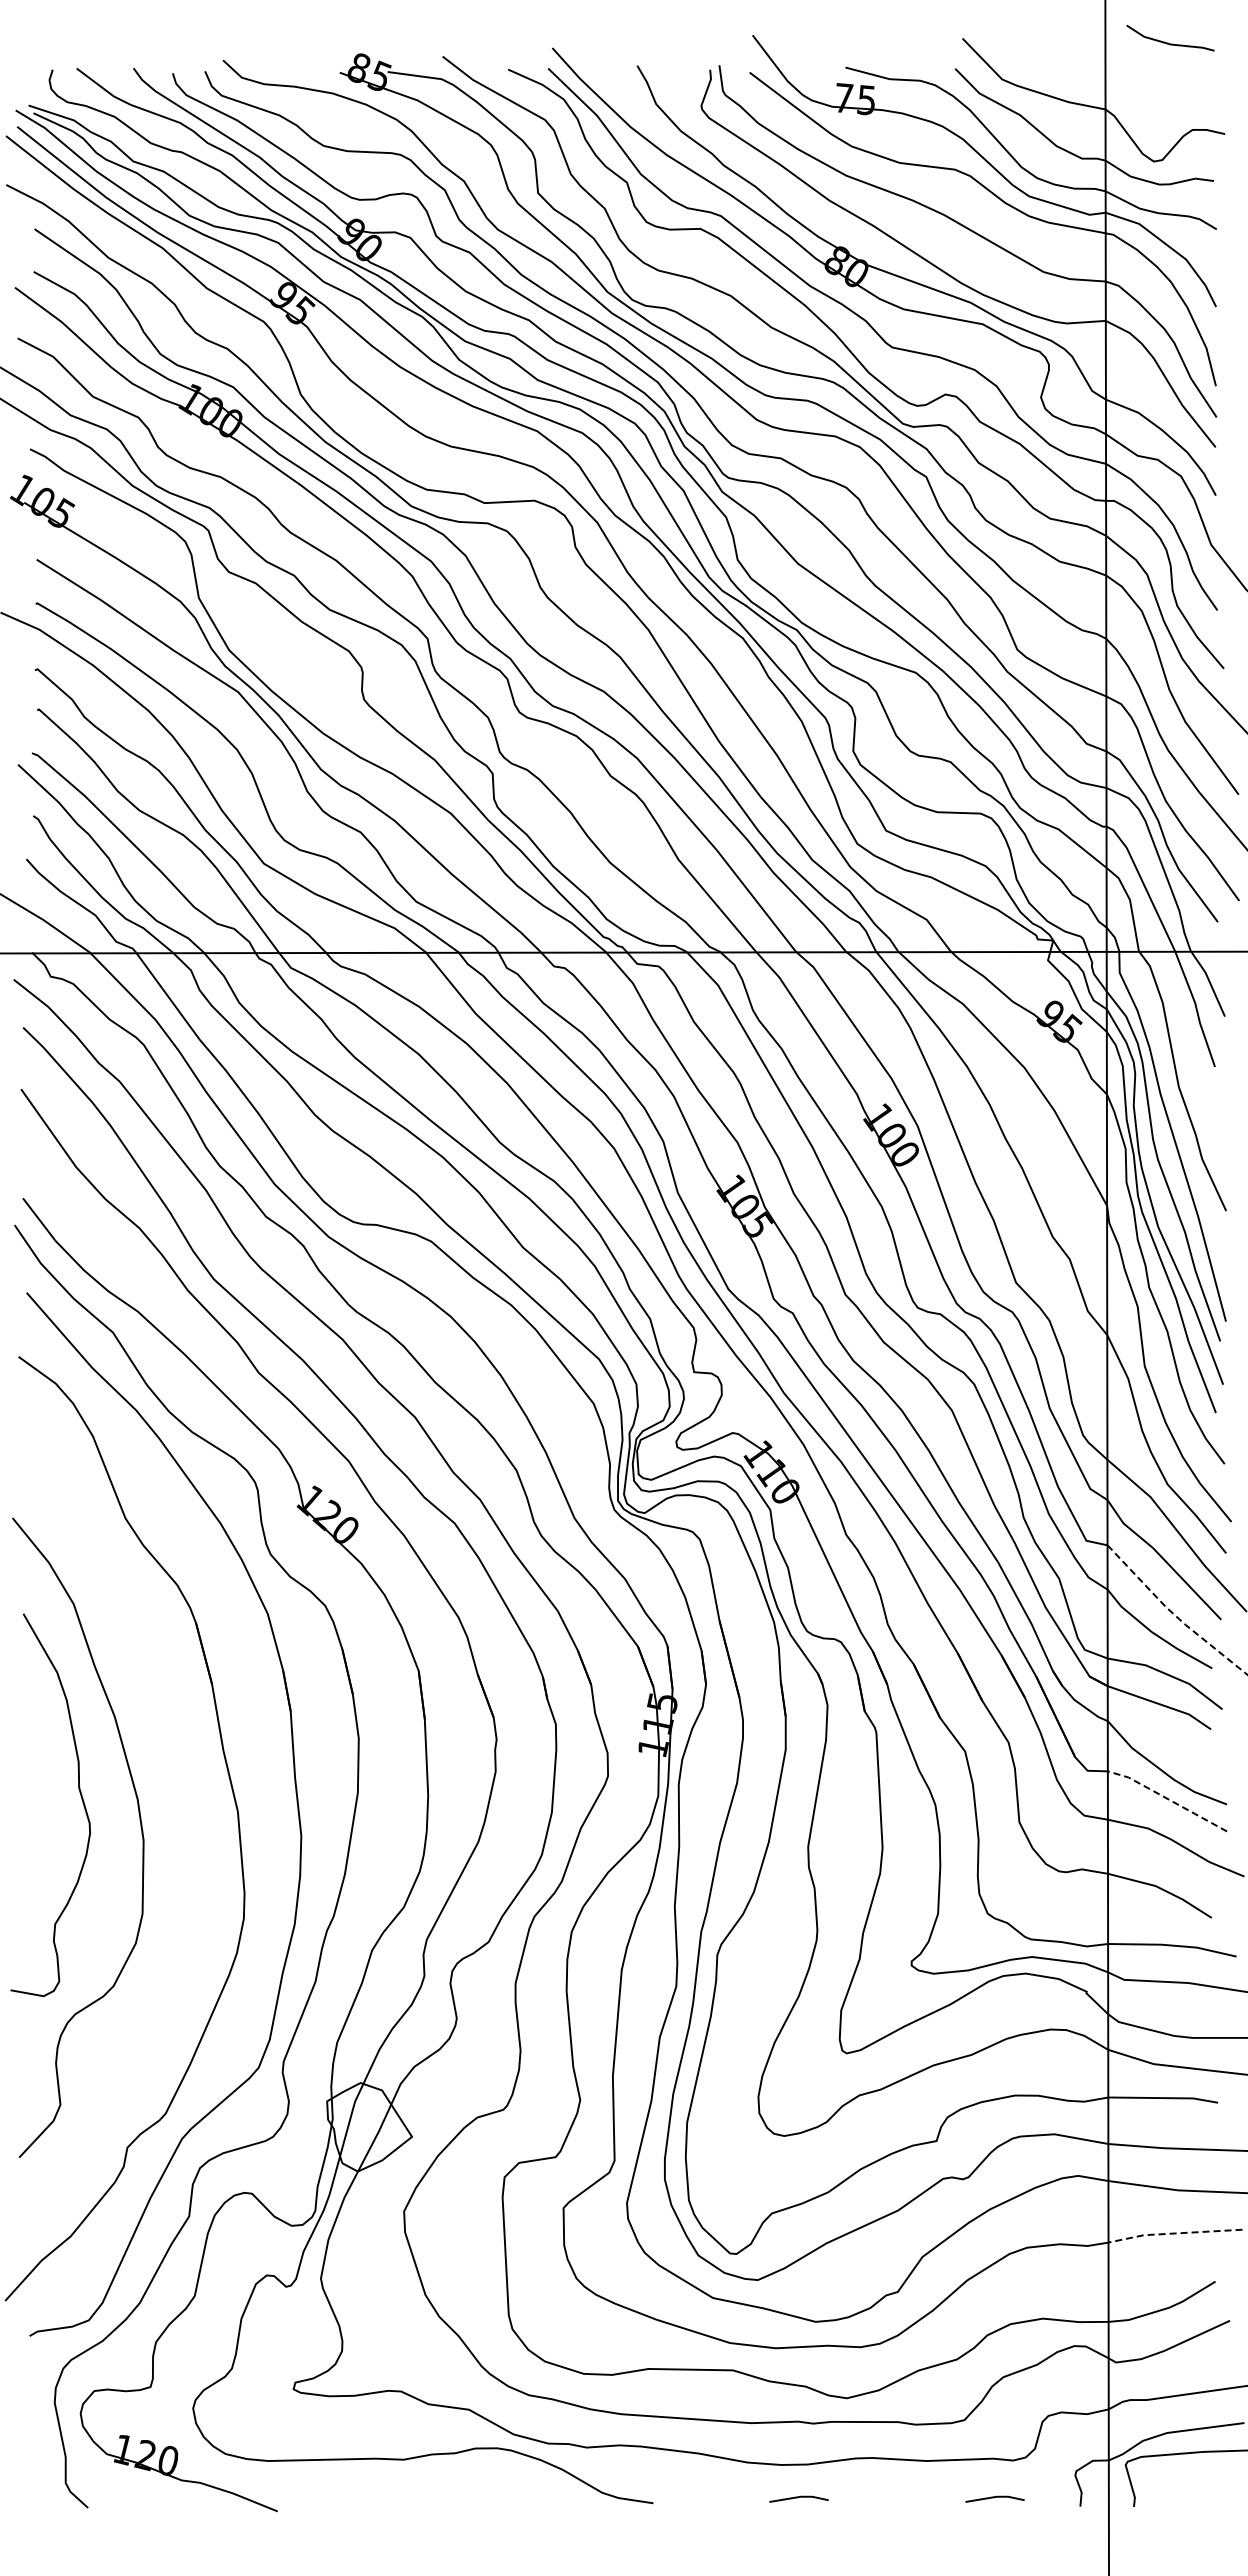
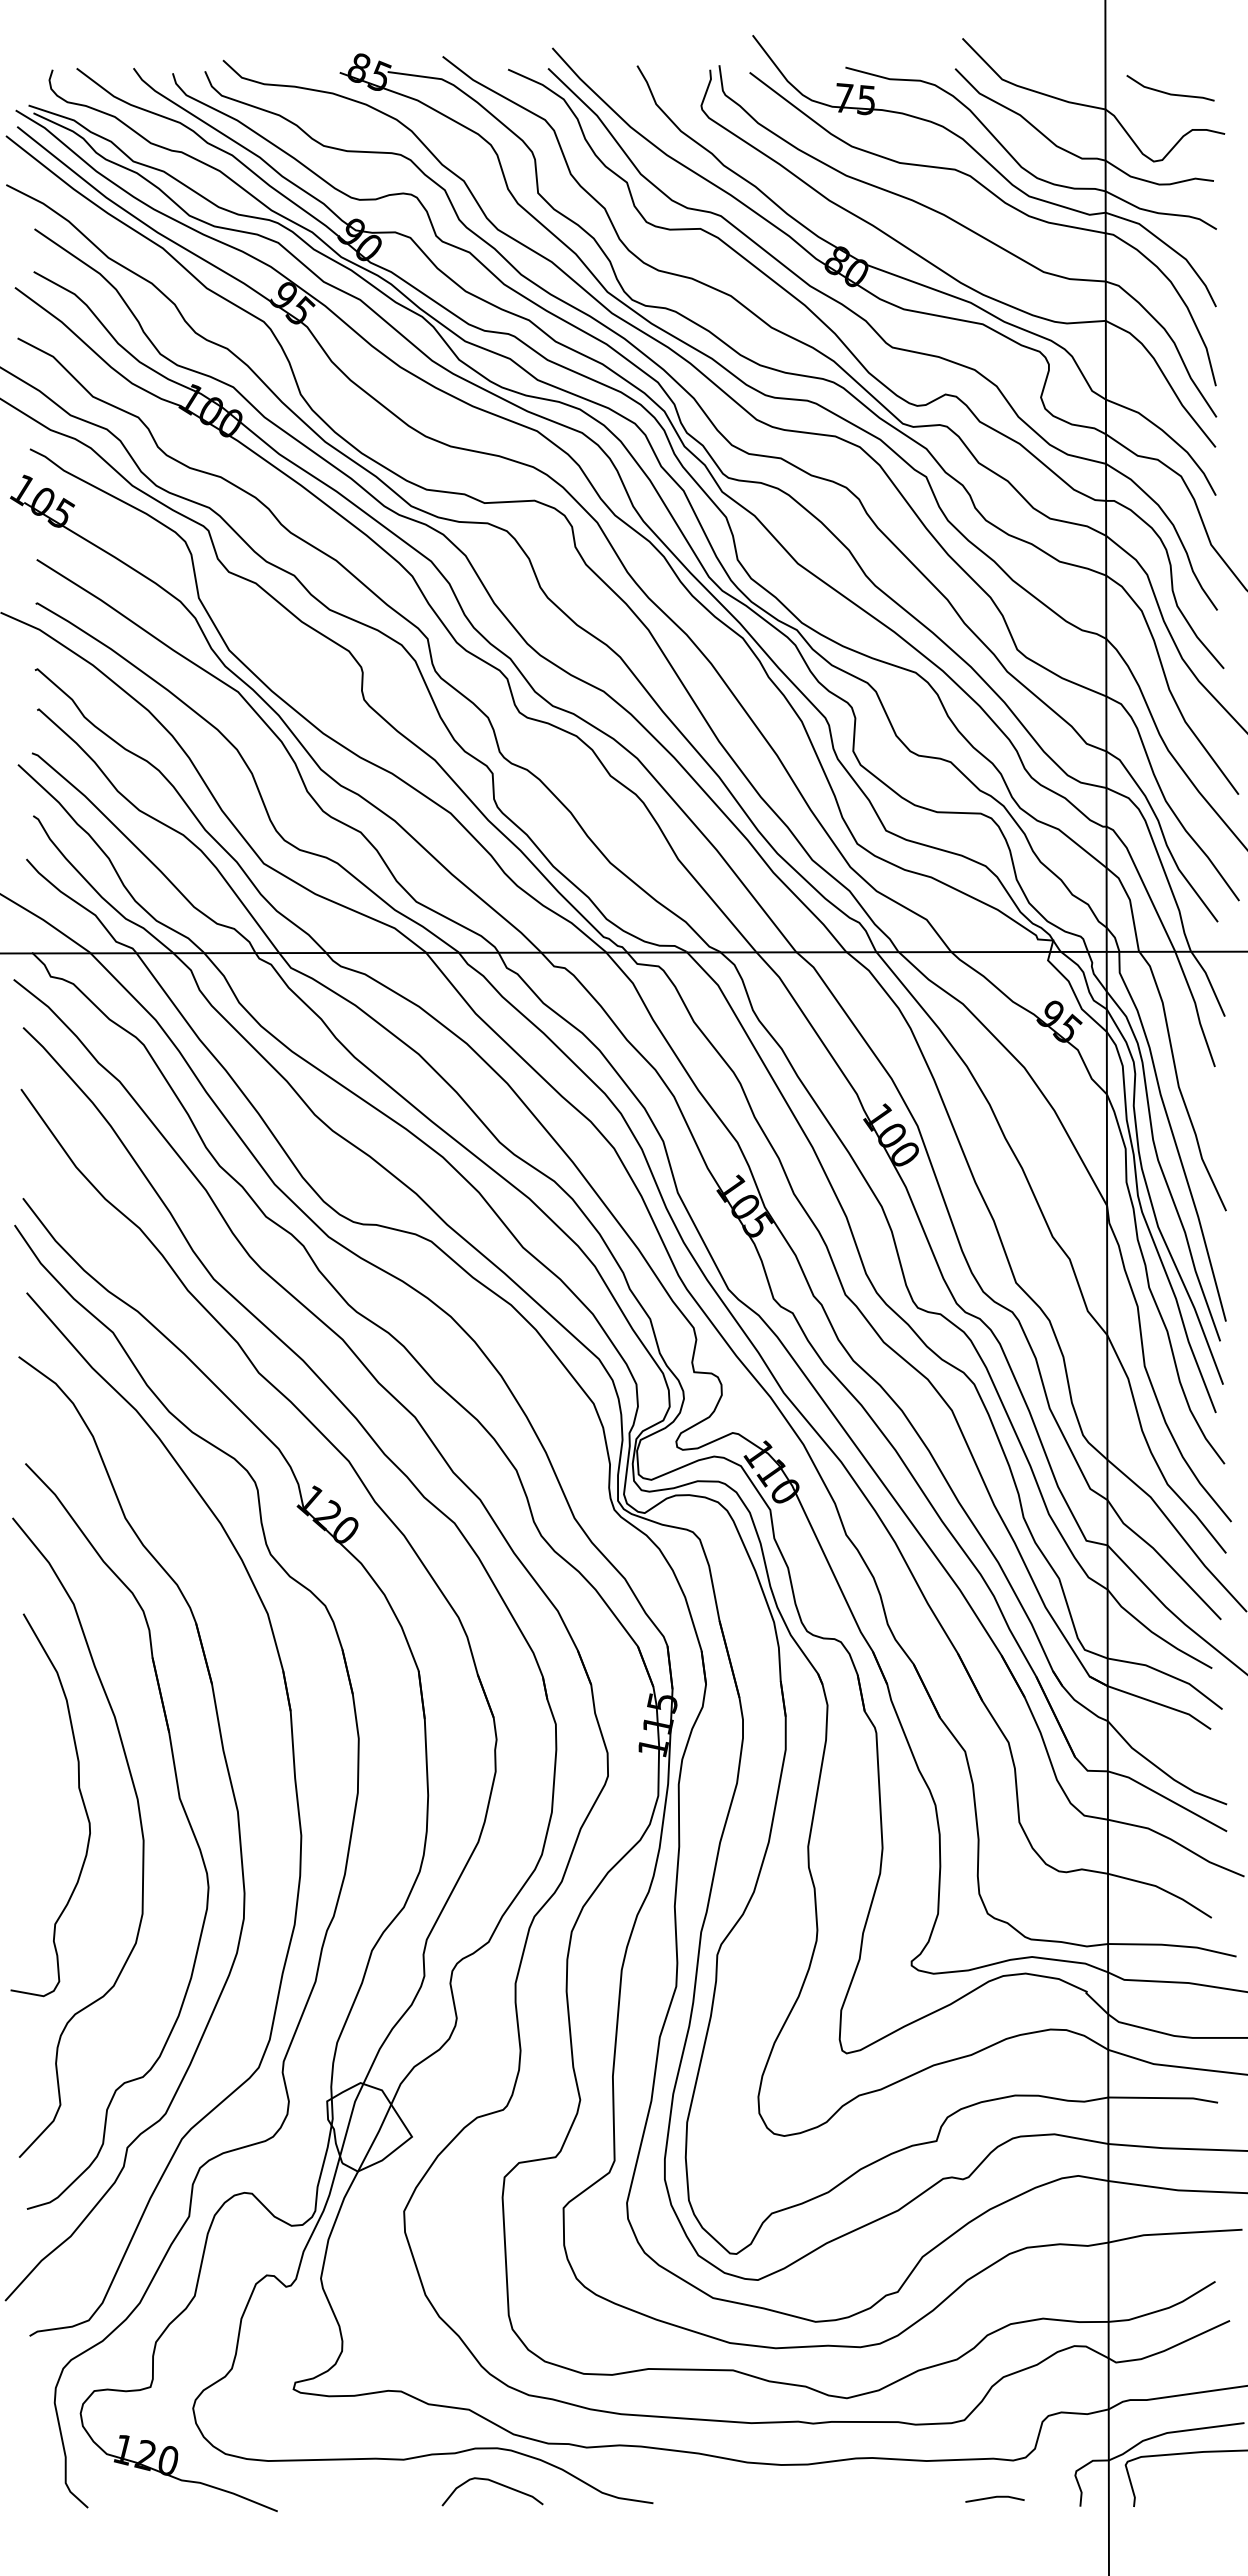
line at (1168, 42) position: (1168, 42) -> (1168, 92)
line at (1174, 1614): dashed -> solid
line at (1167, 1799): dashed -> solid
part at (182, 1808): none -> present
line at (1173, 2233): dashed -> solid
curve at (495, 2483): none -> present
line at (798, 2498): present -> none
